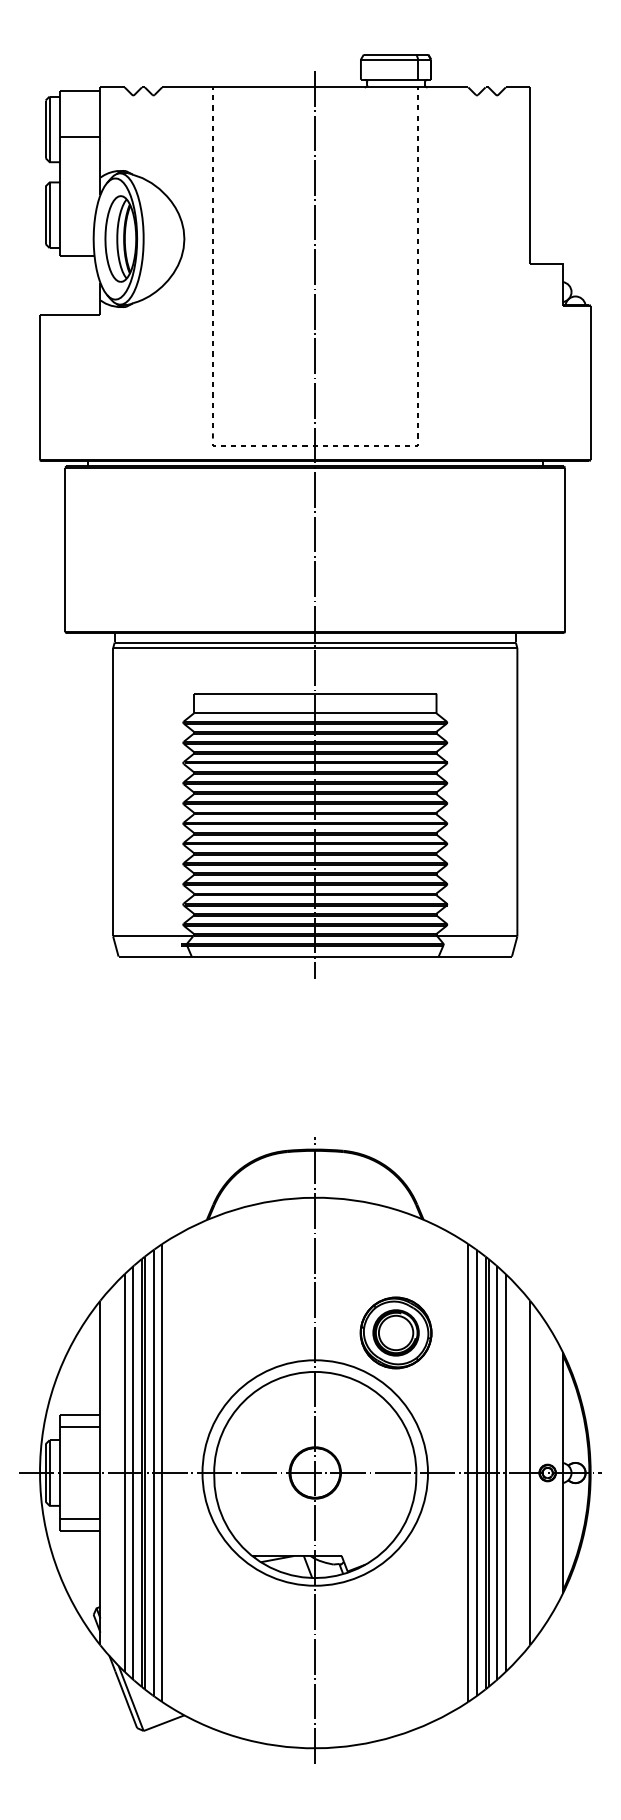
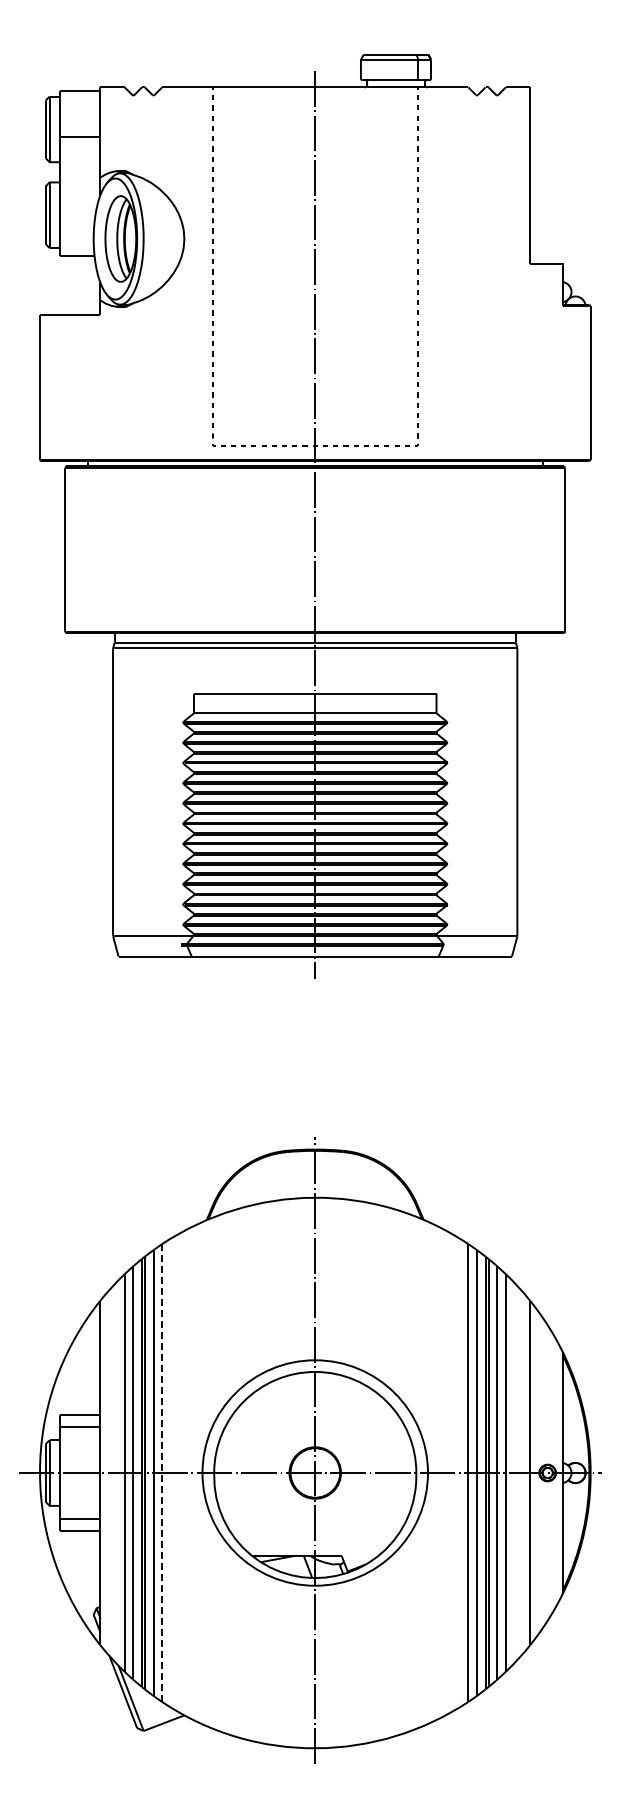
part at (395, 1332): present -> none
line at (162, 1473): solid -> dashed
